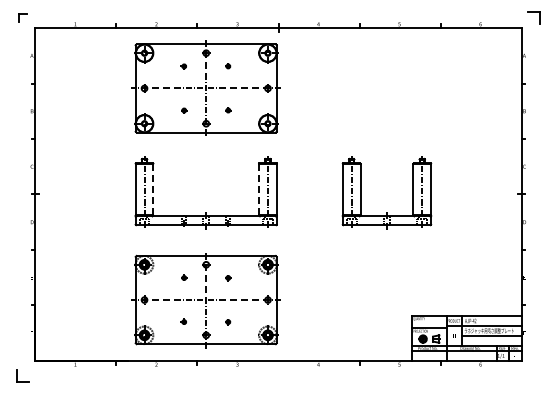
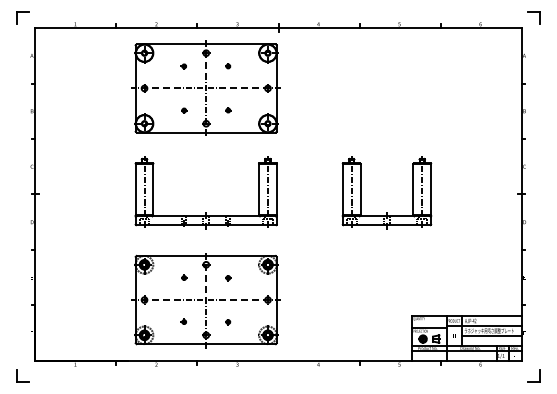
part at (22, 17) size: 10x10 px -> 14x14 px
line at (153, 189): dashed -> solid
line at (259, 189): dashed -> solid
part at (533, 375): none -> present
